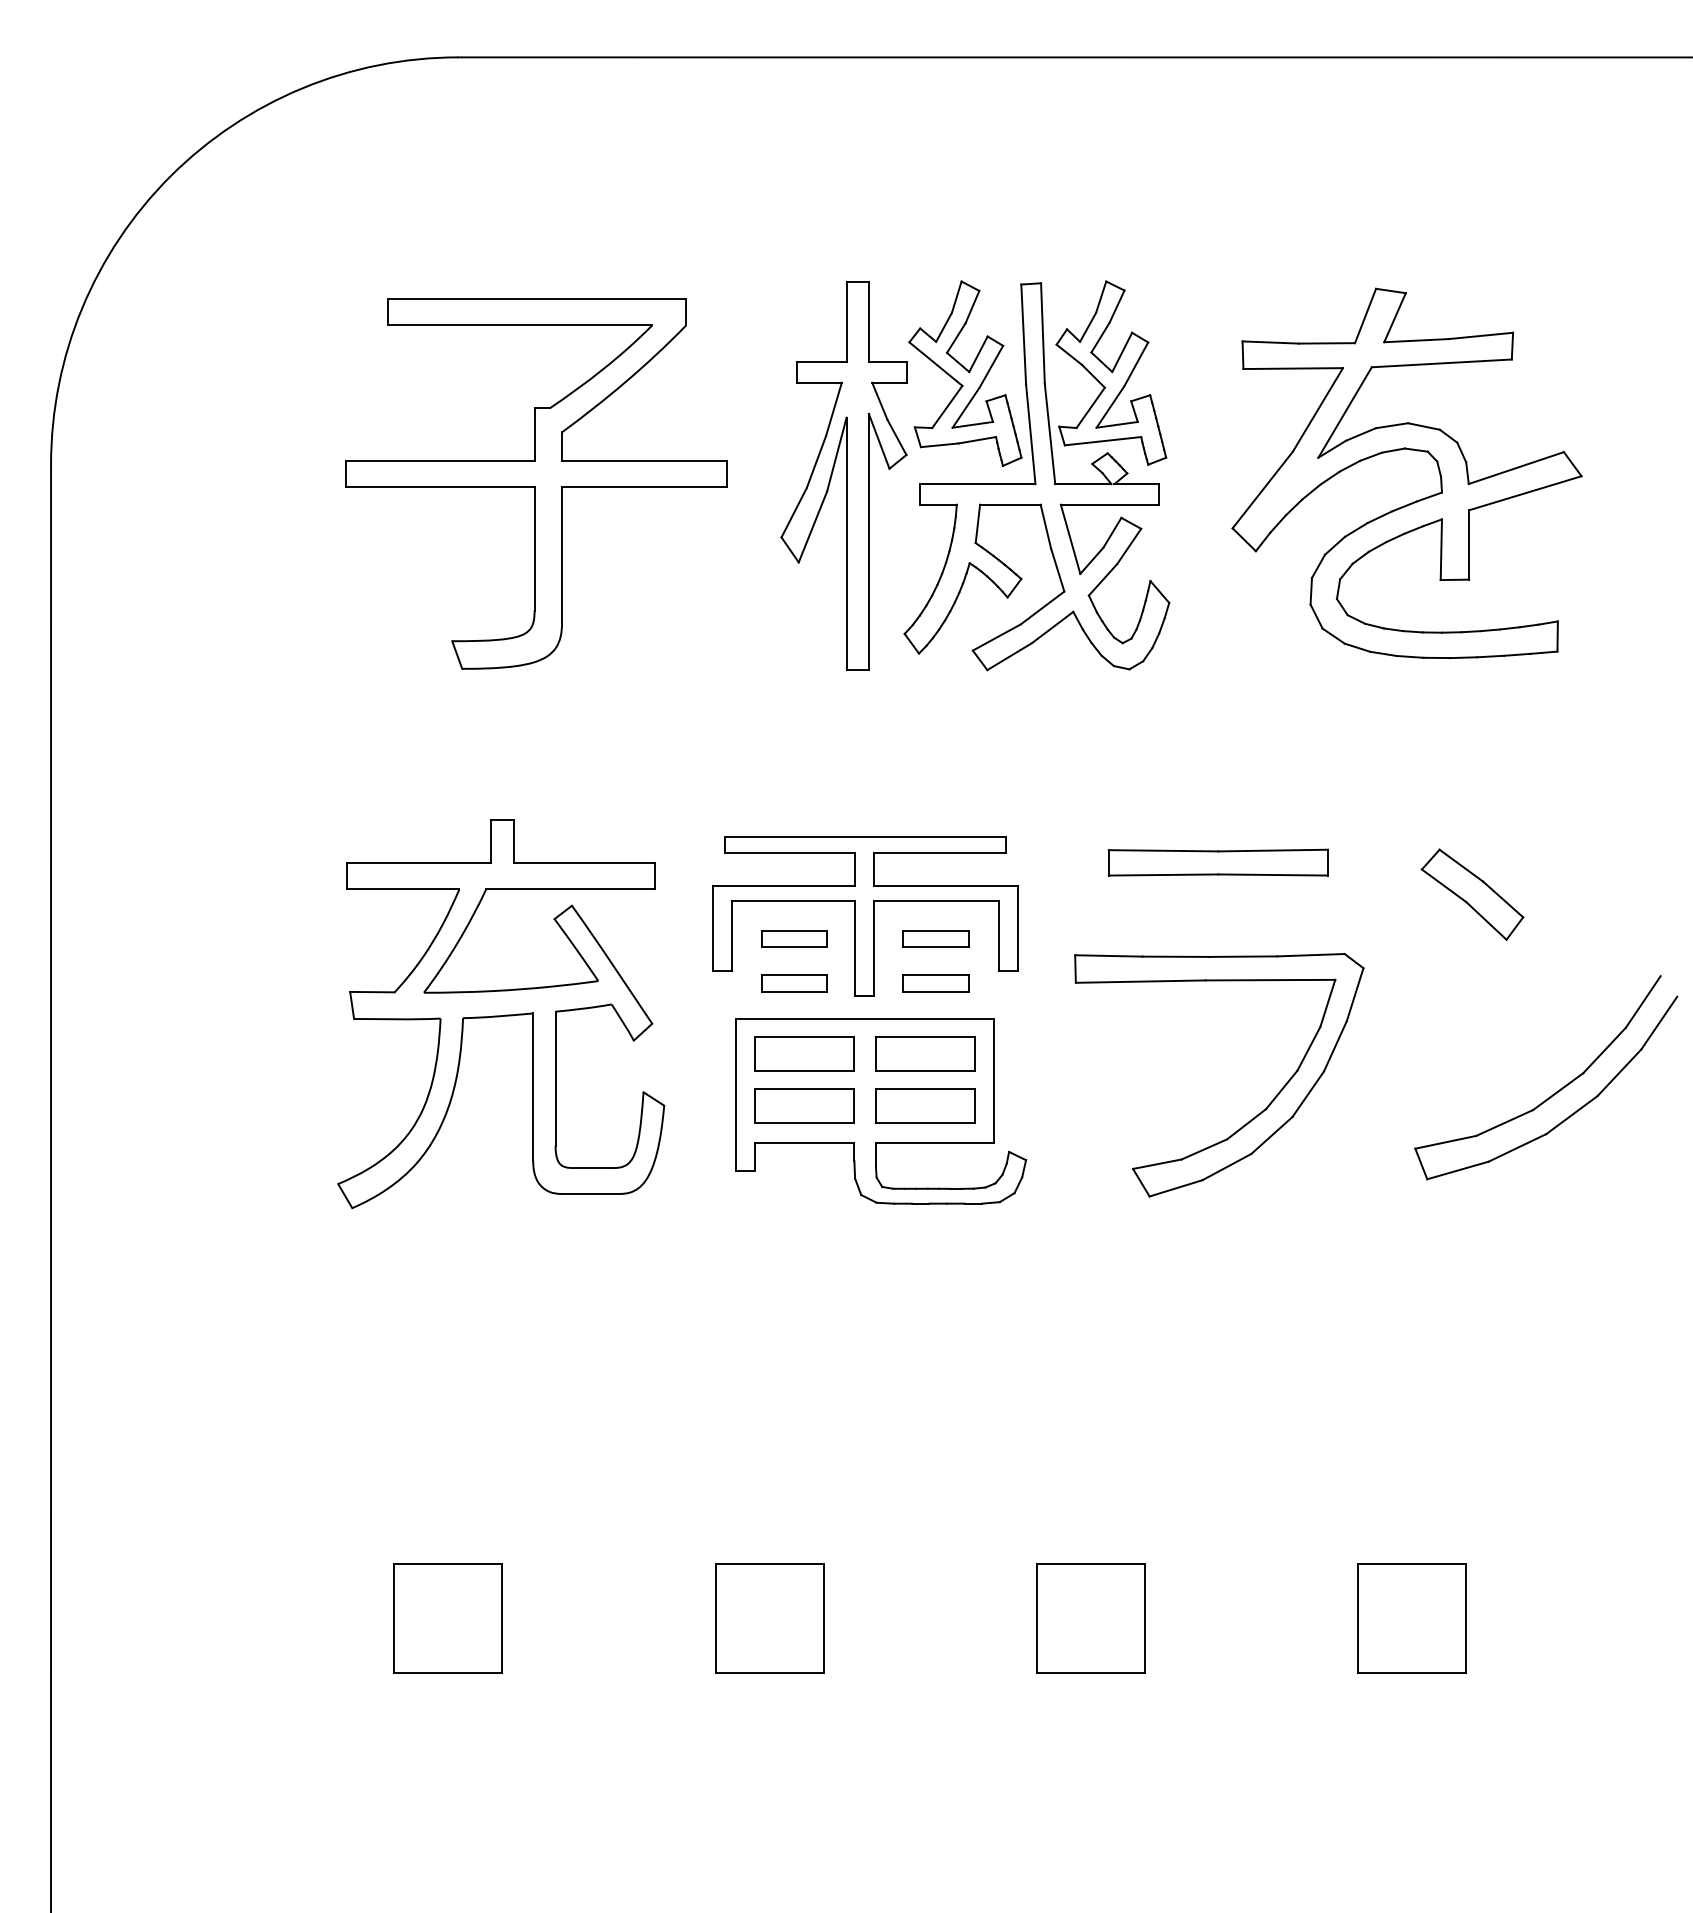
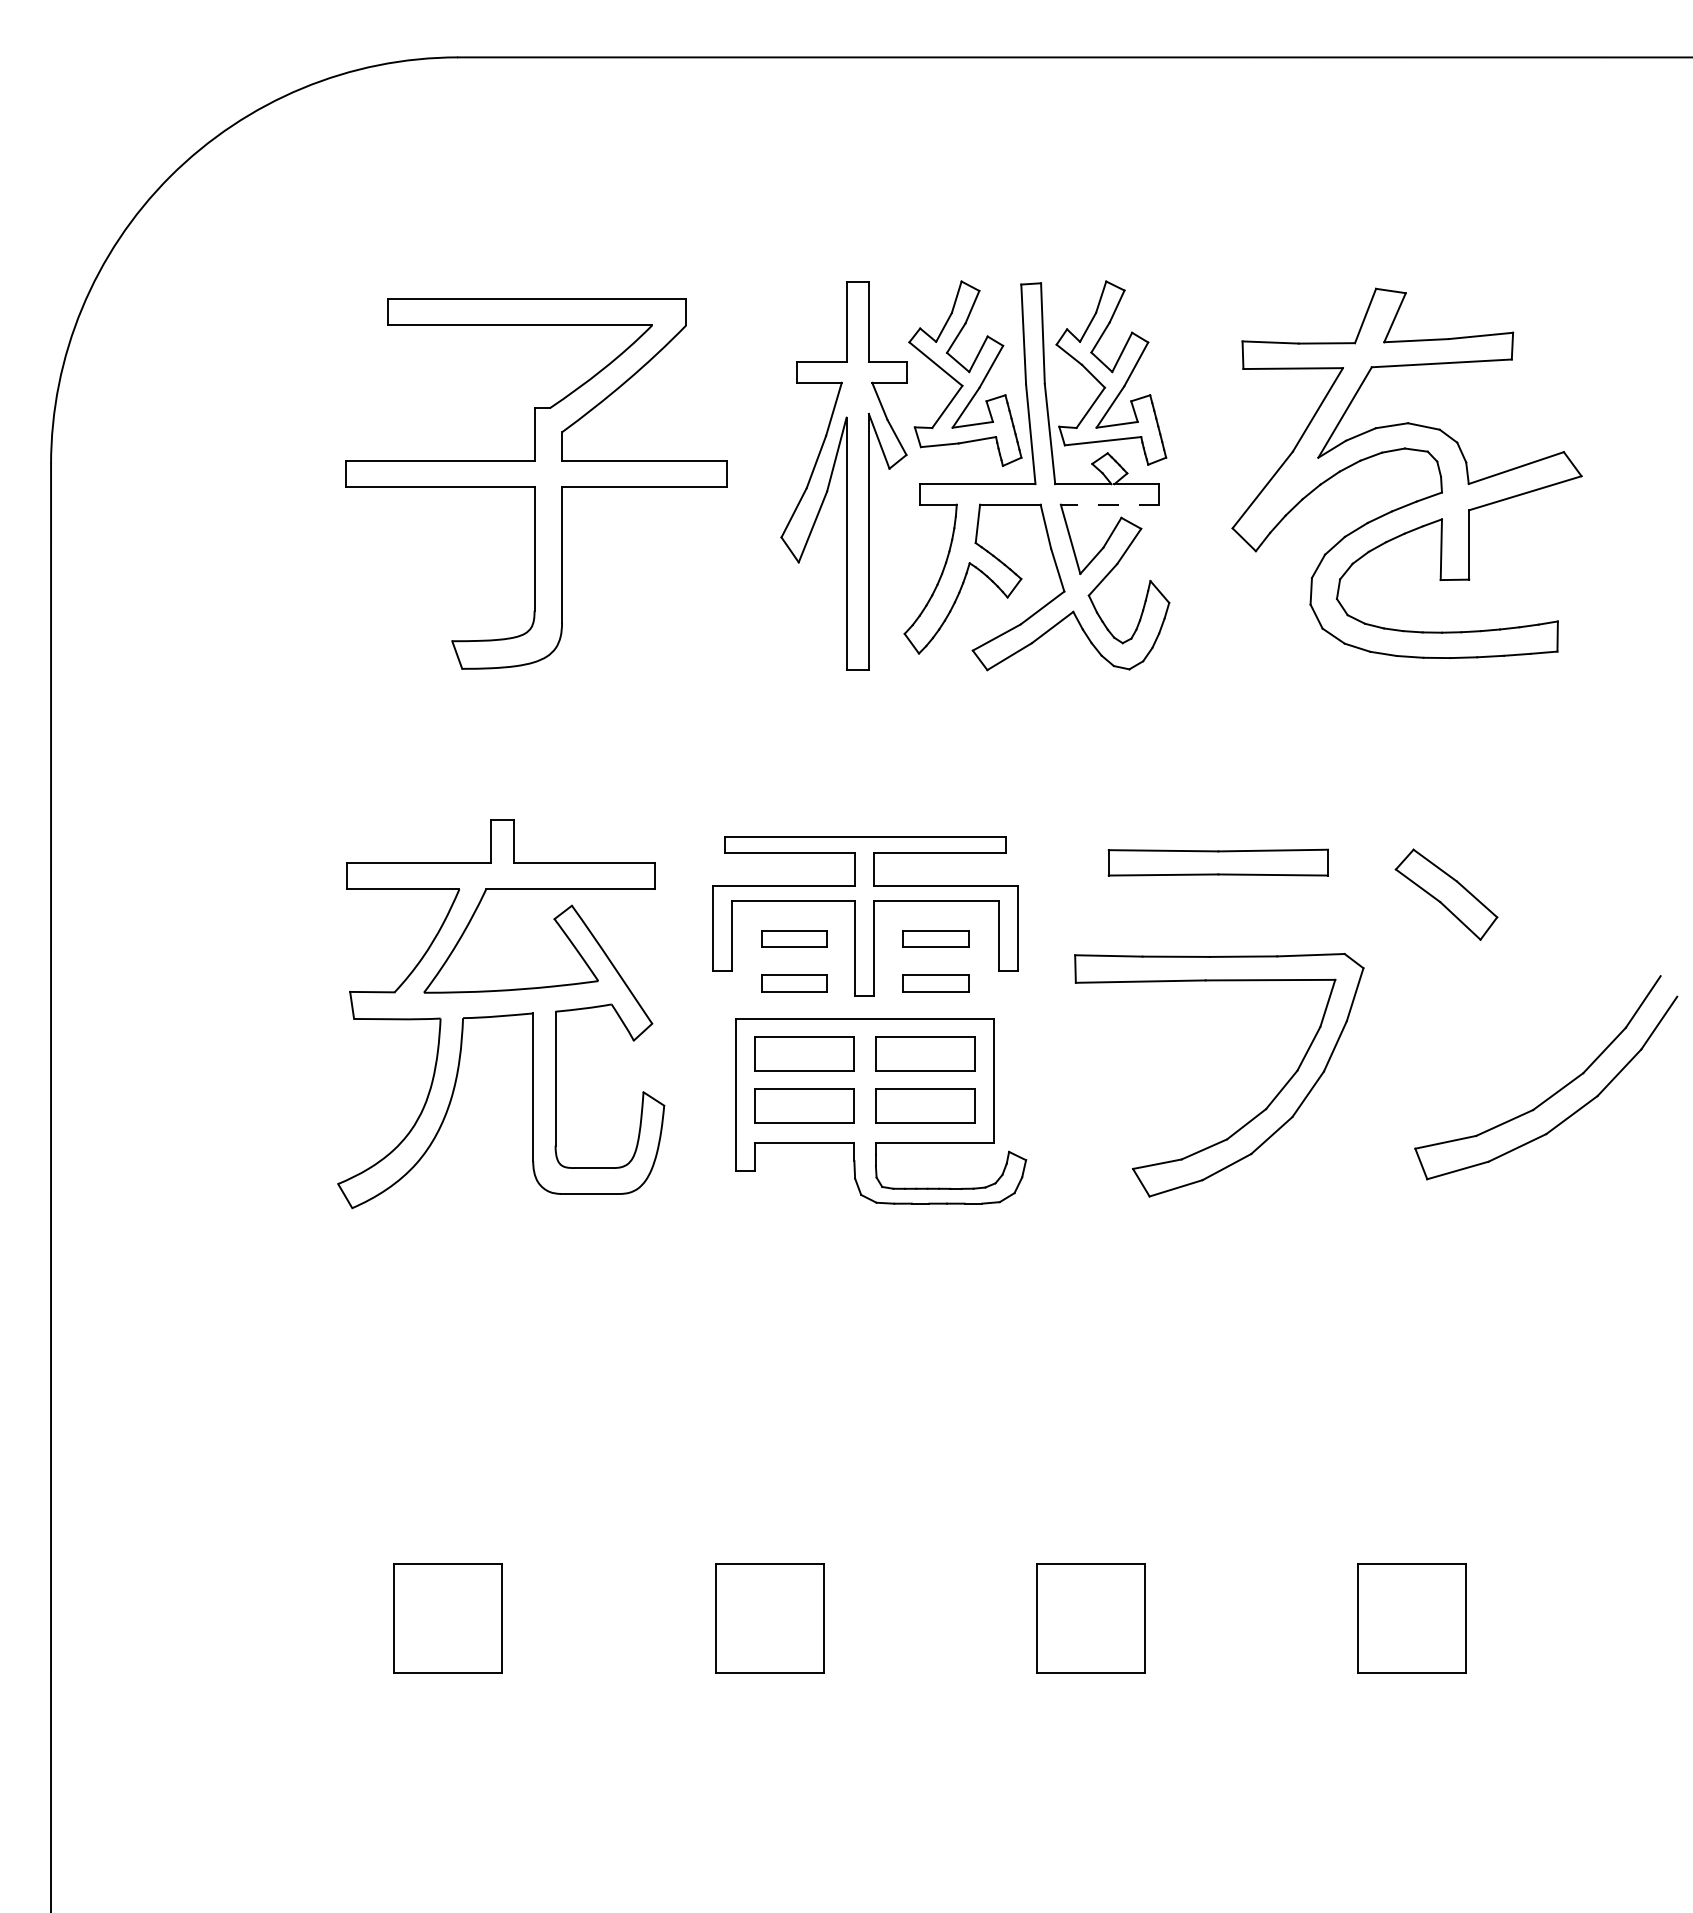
line at (1109, 504): solid -> dashed
part at (1472, 894) position: (1472, 894) -> (1446, 894)
